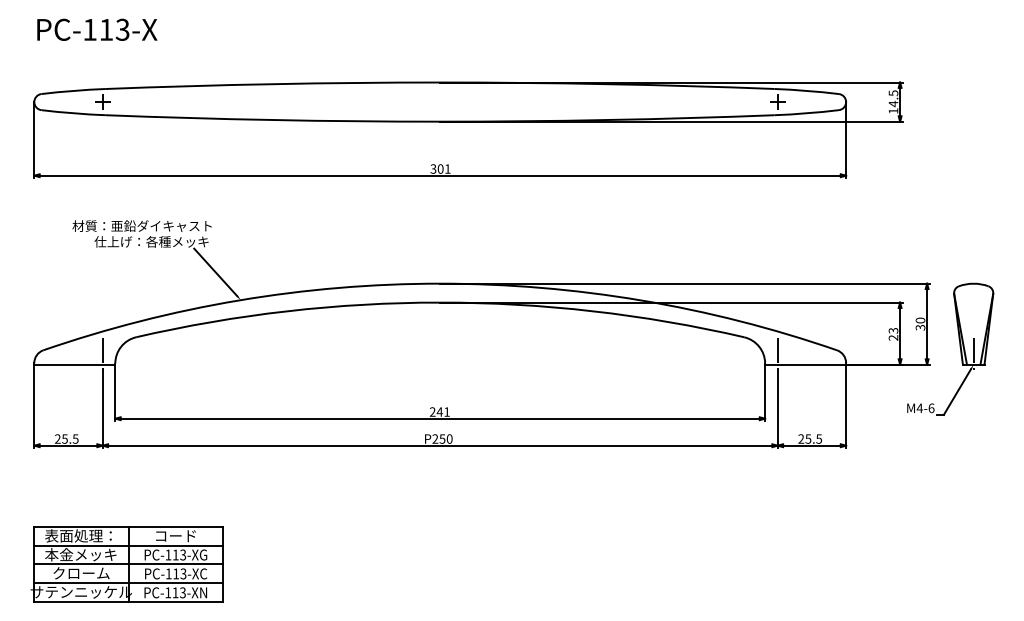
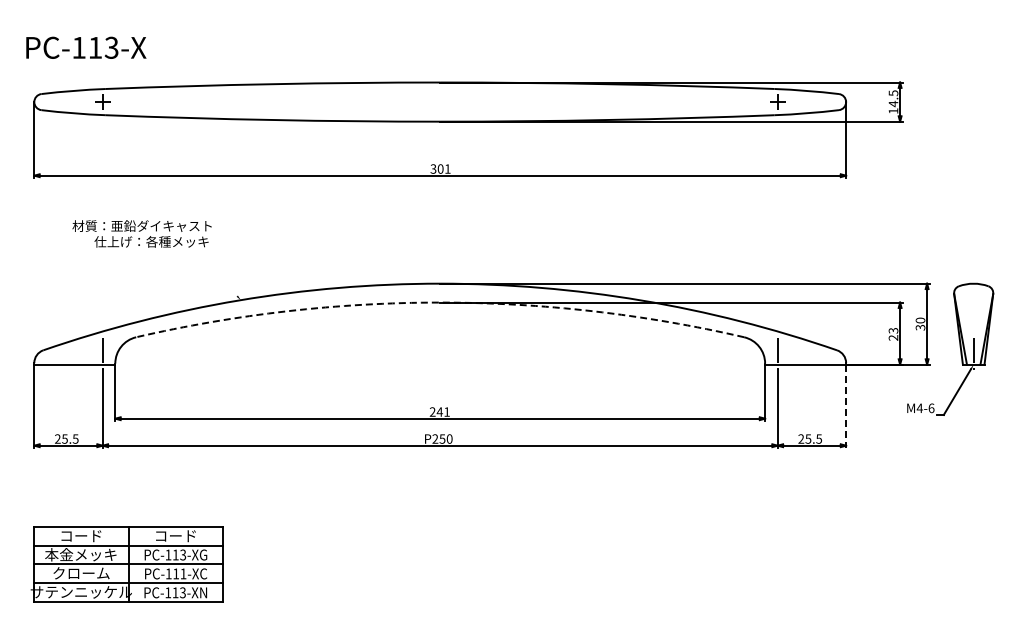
text at (97, 29) position: (97, 29) -> (86, 47)
line at (215, 272): present -> none
arc at (440, 302): solid -> dashed
line at (846, 406): solid -> dashed
text at (78, 535): 表面処理： -> コード
text at (183, 573): PC-113-XC -> PC-111-XC
